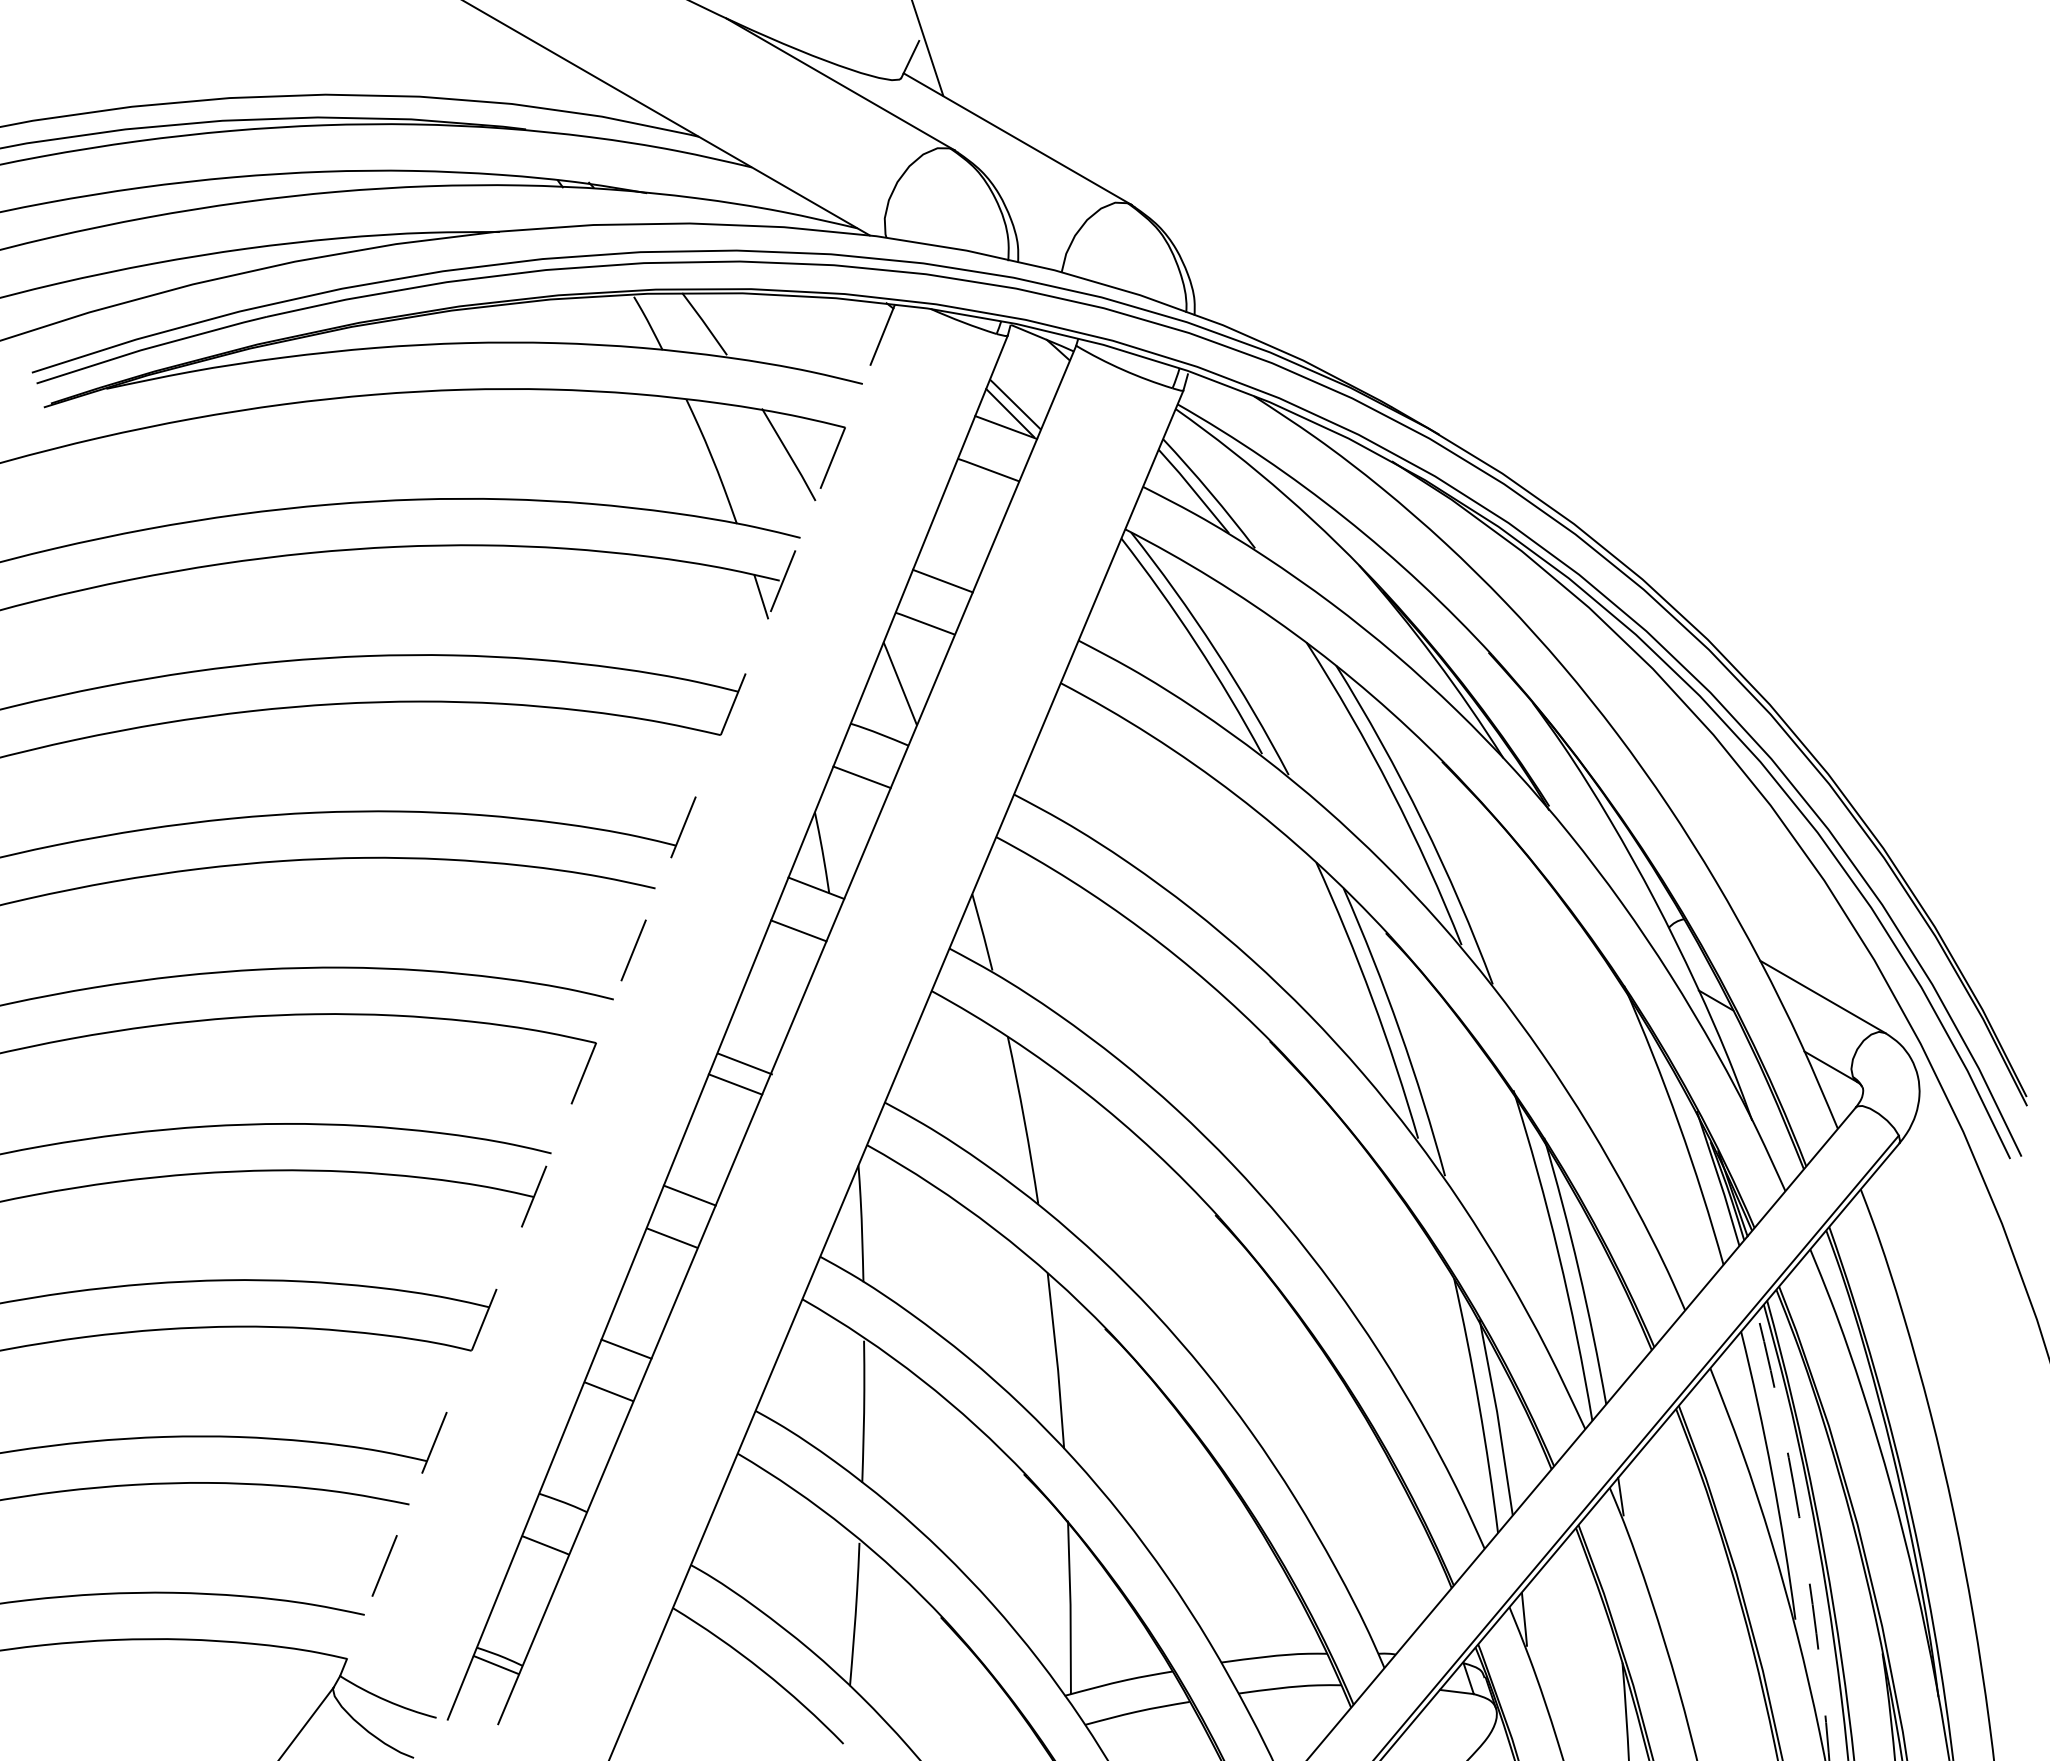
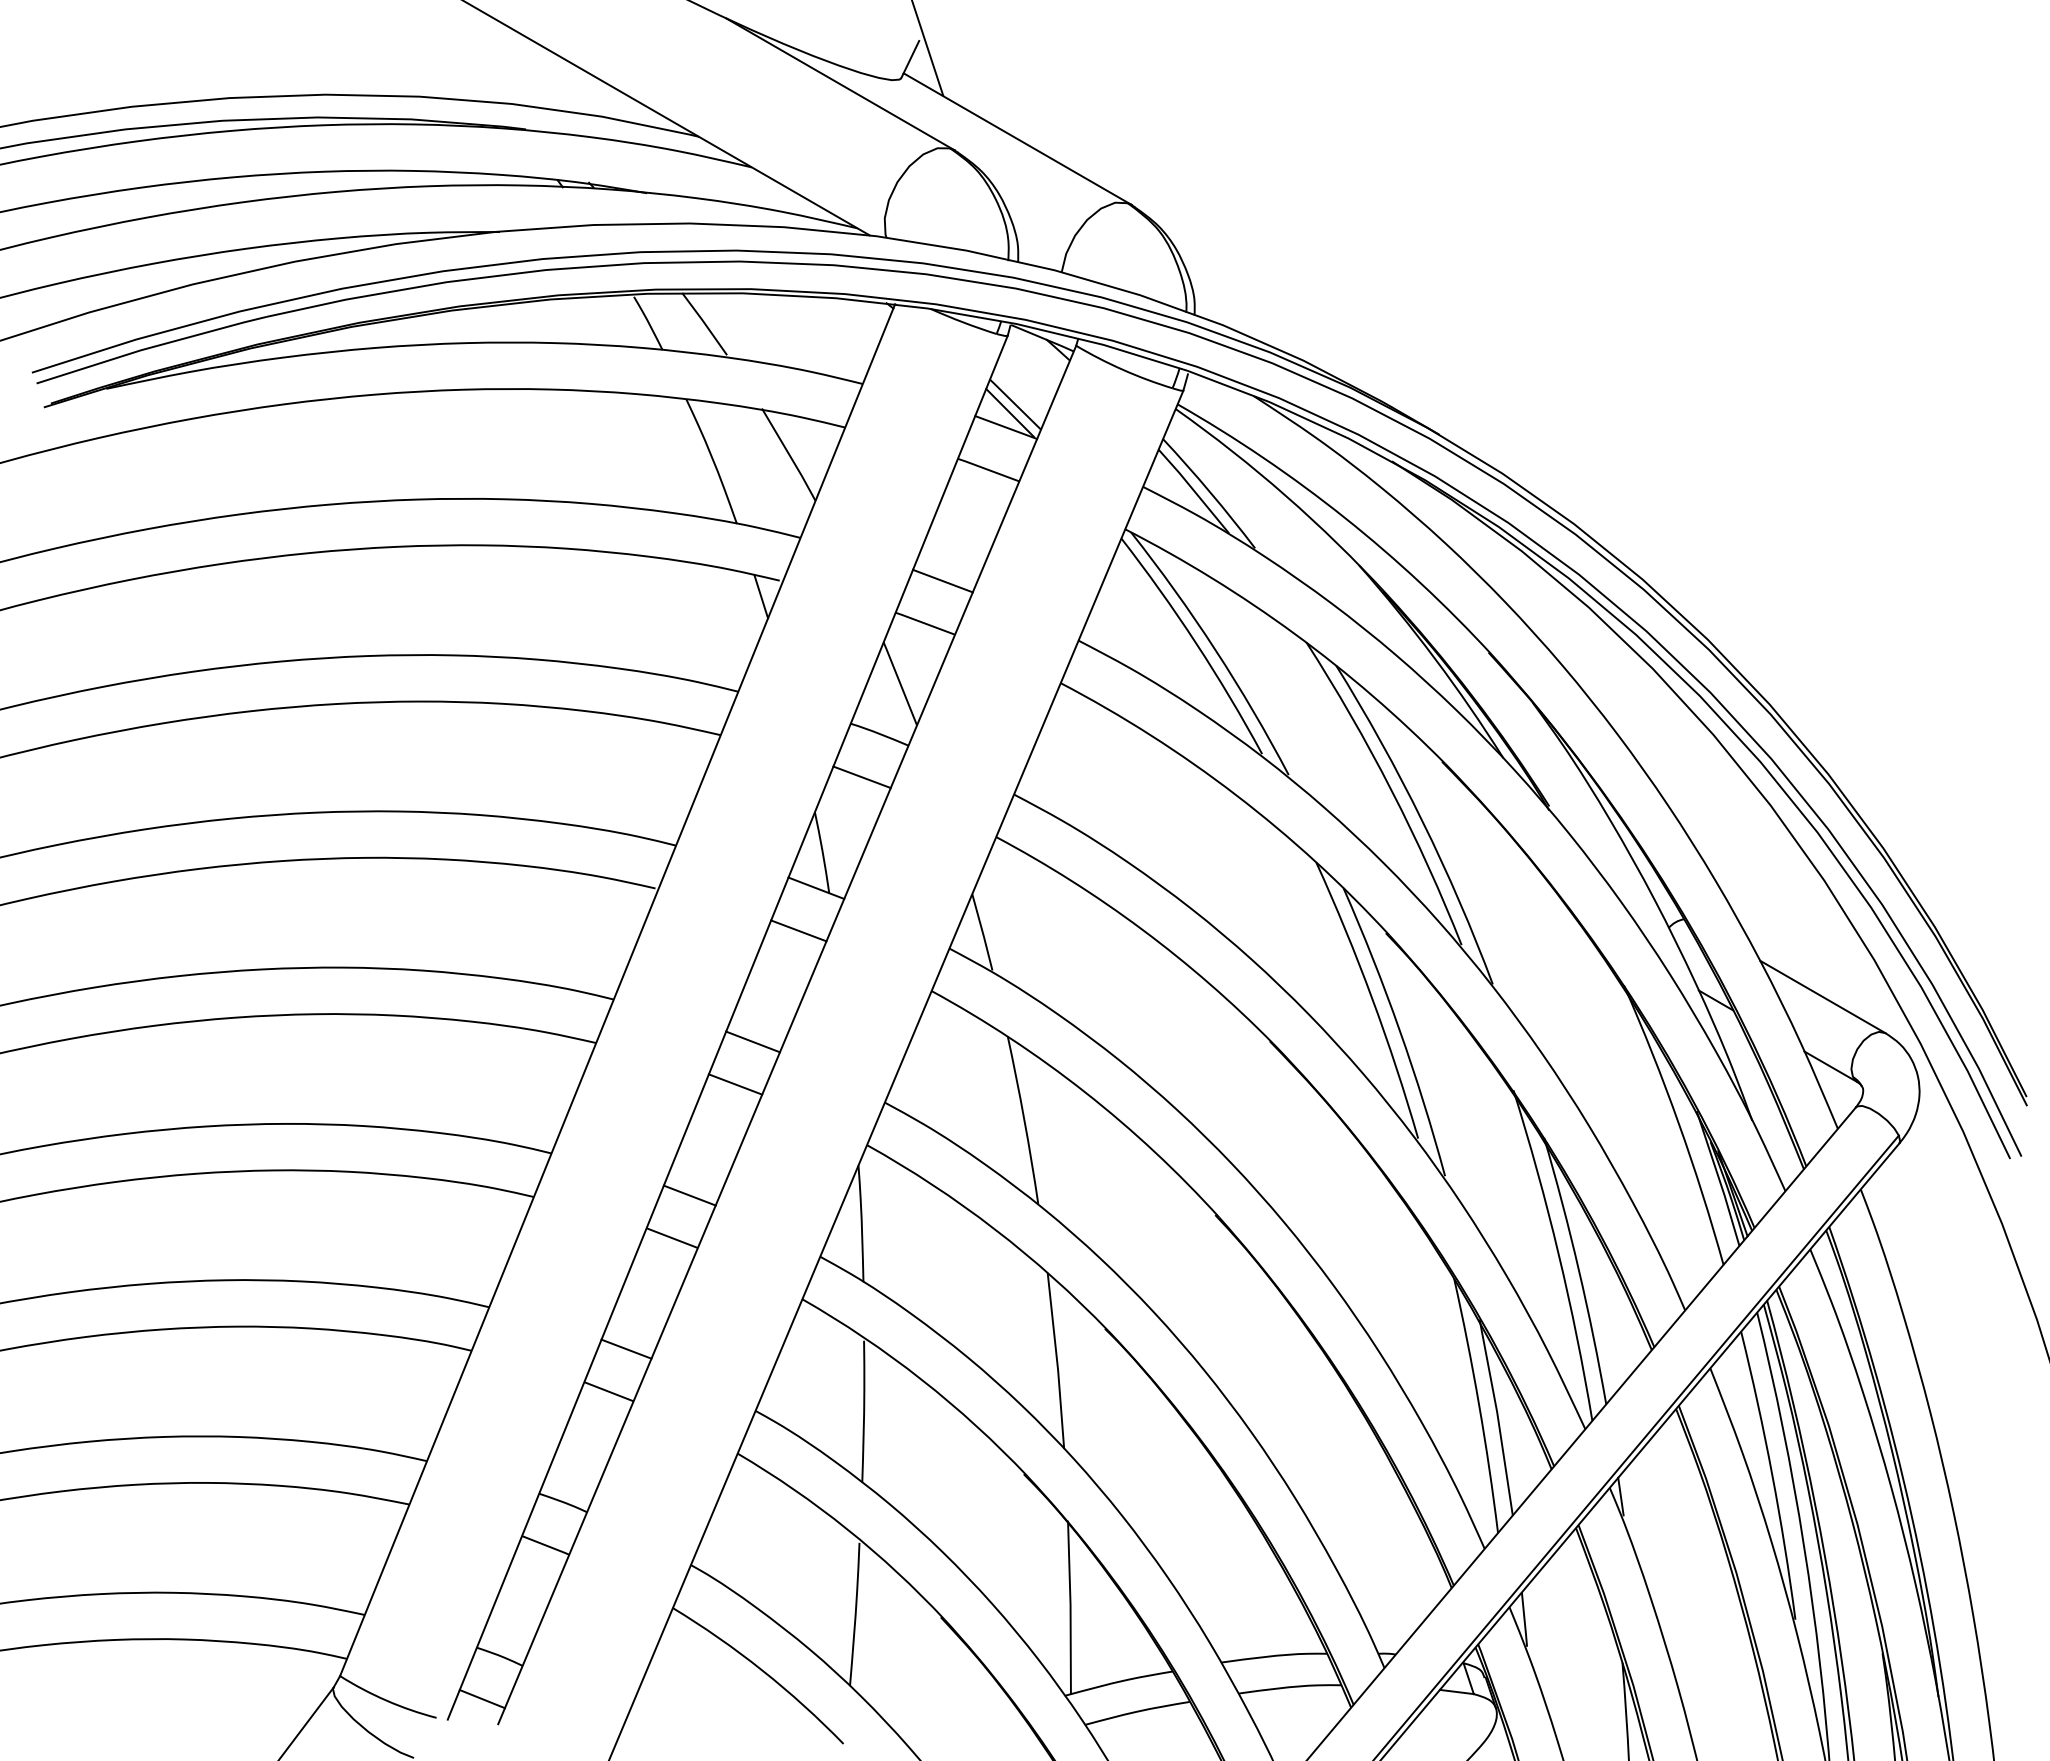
line at (617, 990): dashed -> solid
line at (744, 1063) position: (744, 1063) -> (752, 1041)
arc at (1802, 1535): dashed -> solid
line at (495, 1665) position: (495, 1665) -> (481, 1699)
